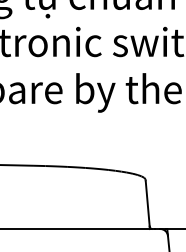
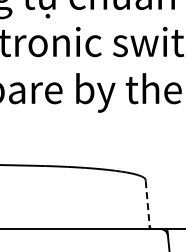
line at (147, 203): solid -> dashed
